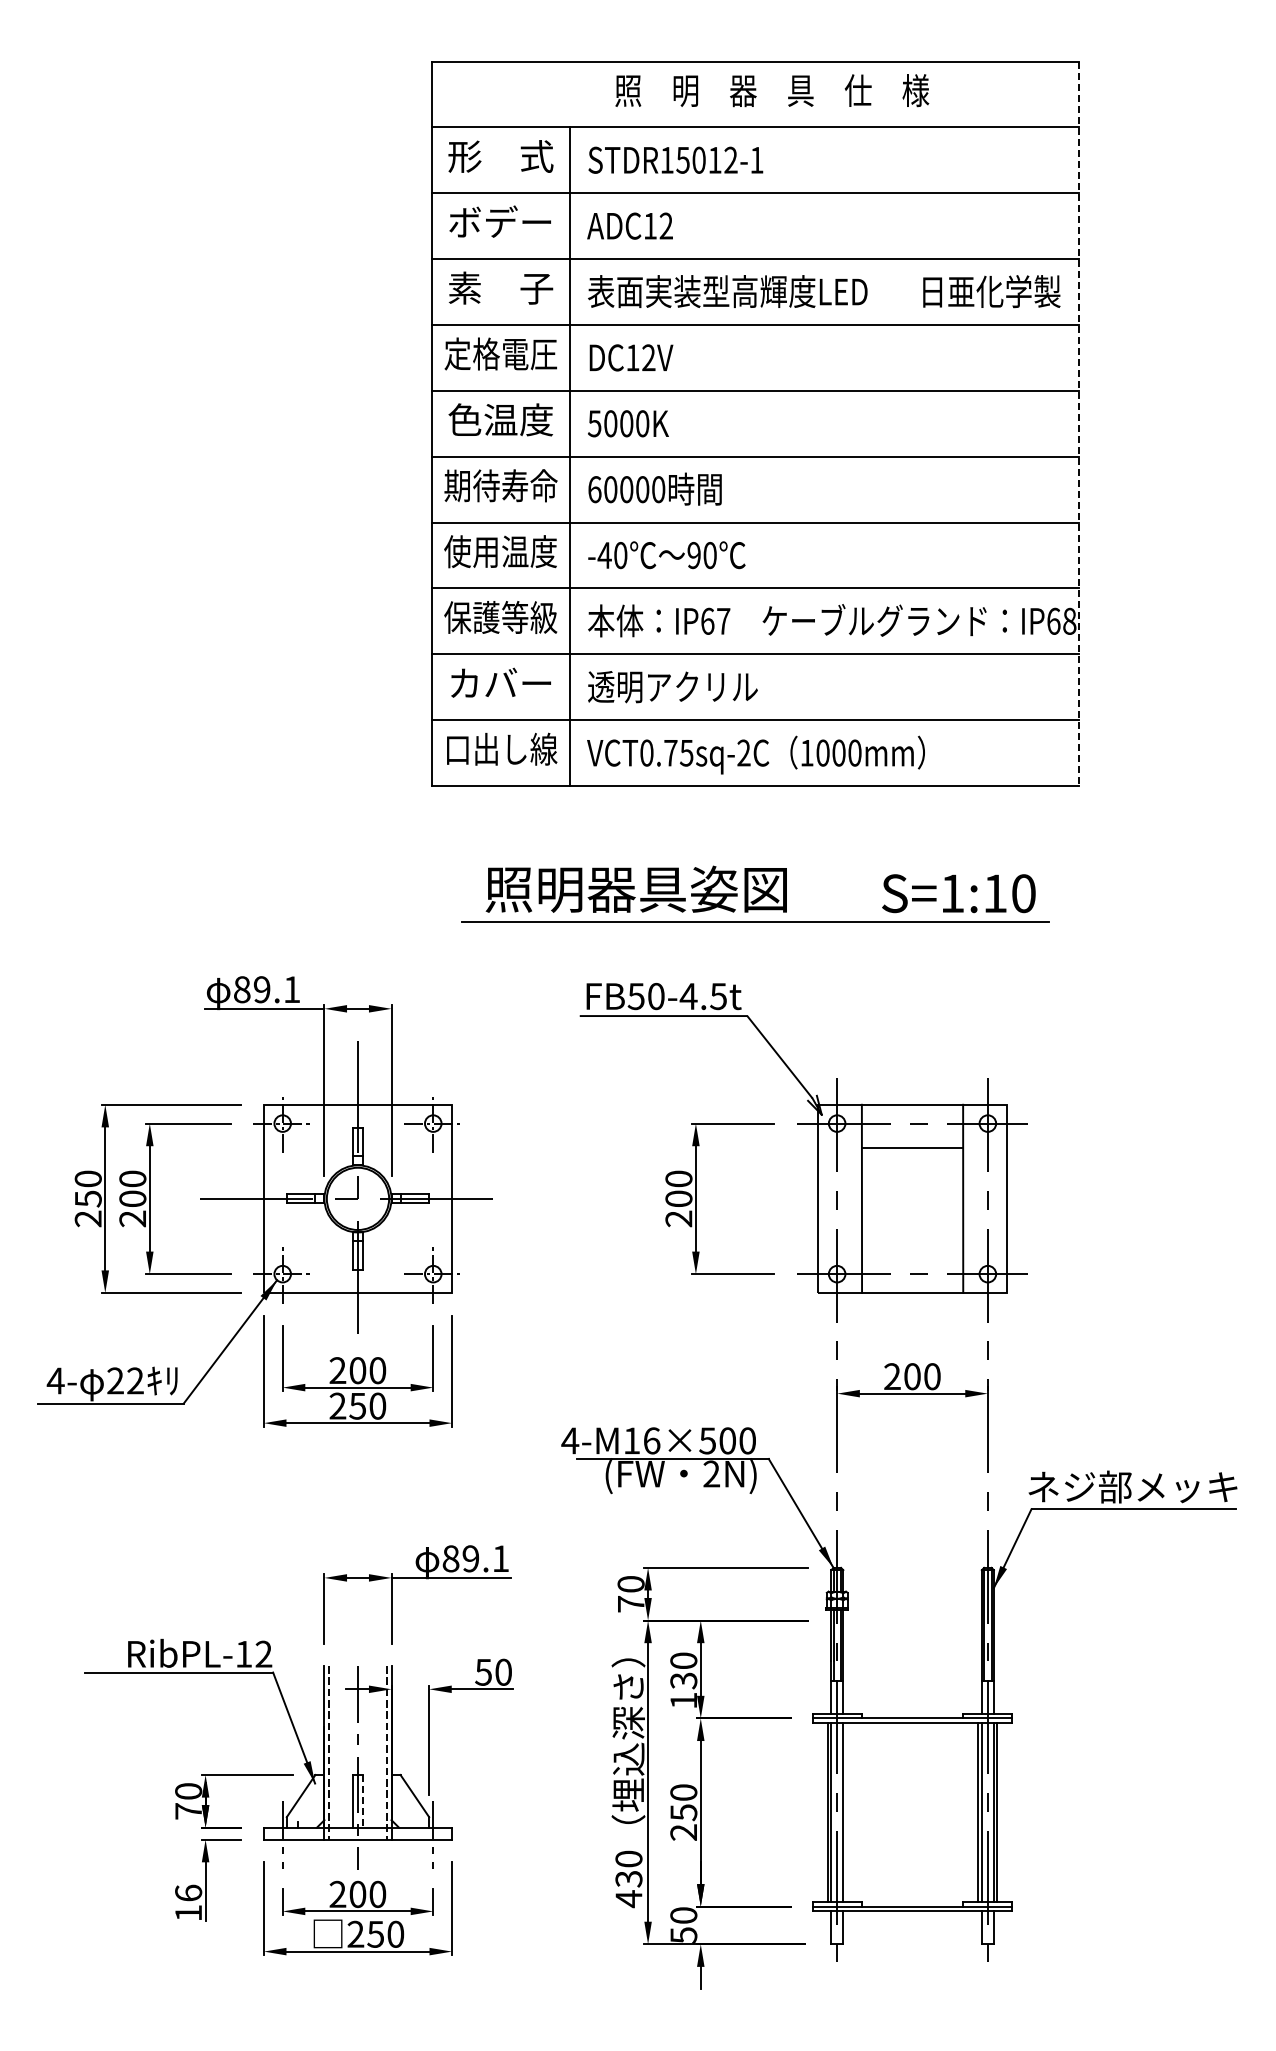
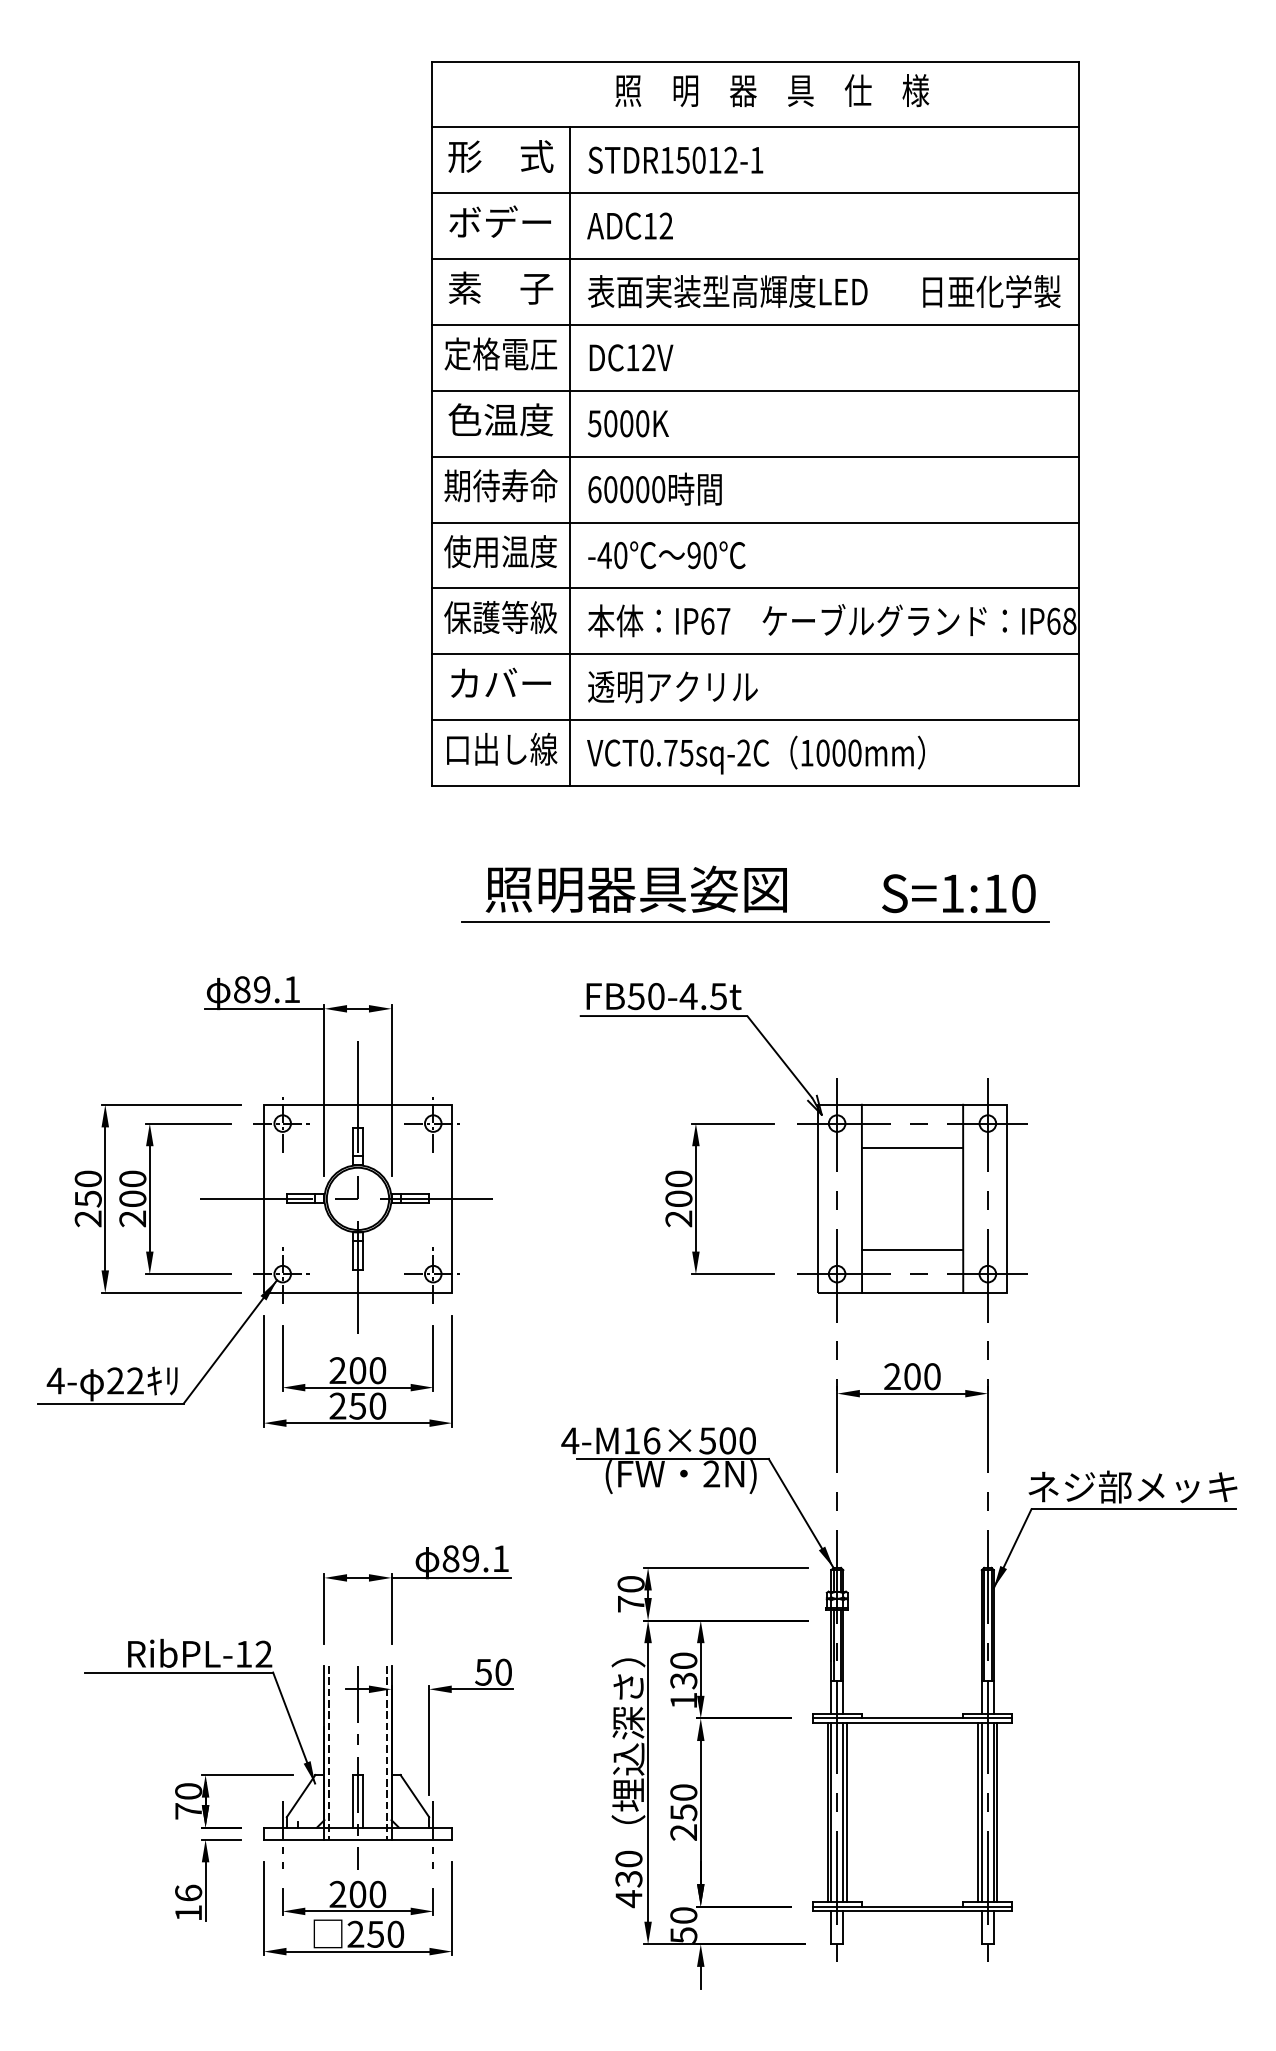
line at (1079, 424): dashed -> solid
line at (912, 1249): none -> present
line at (362, 1801): dashed -> solid
line at (846, 1812): none -> present
